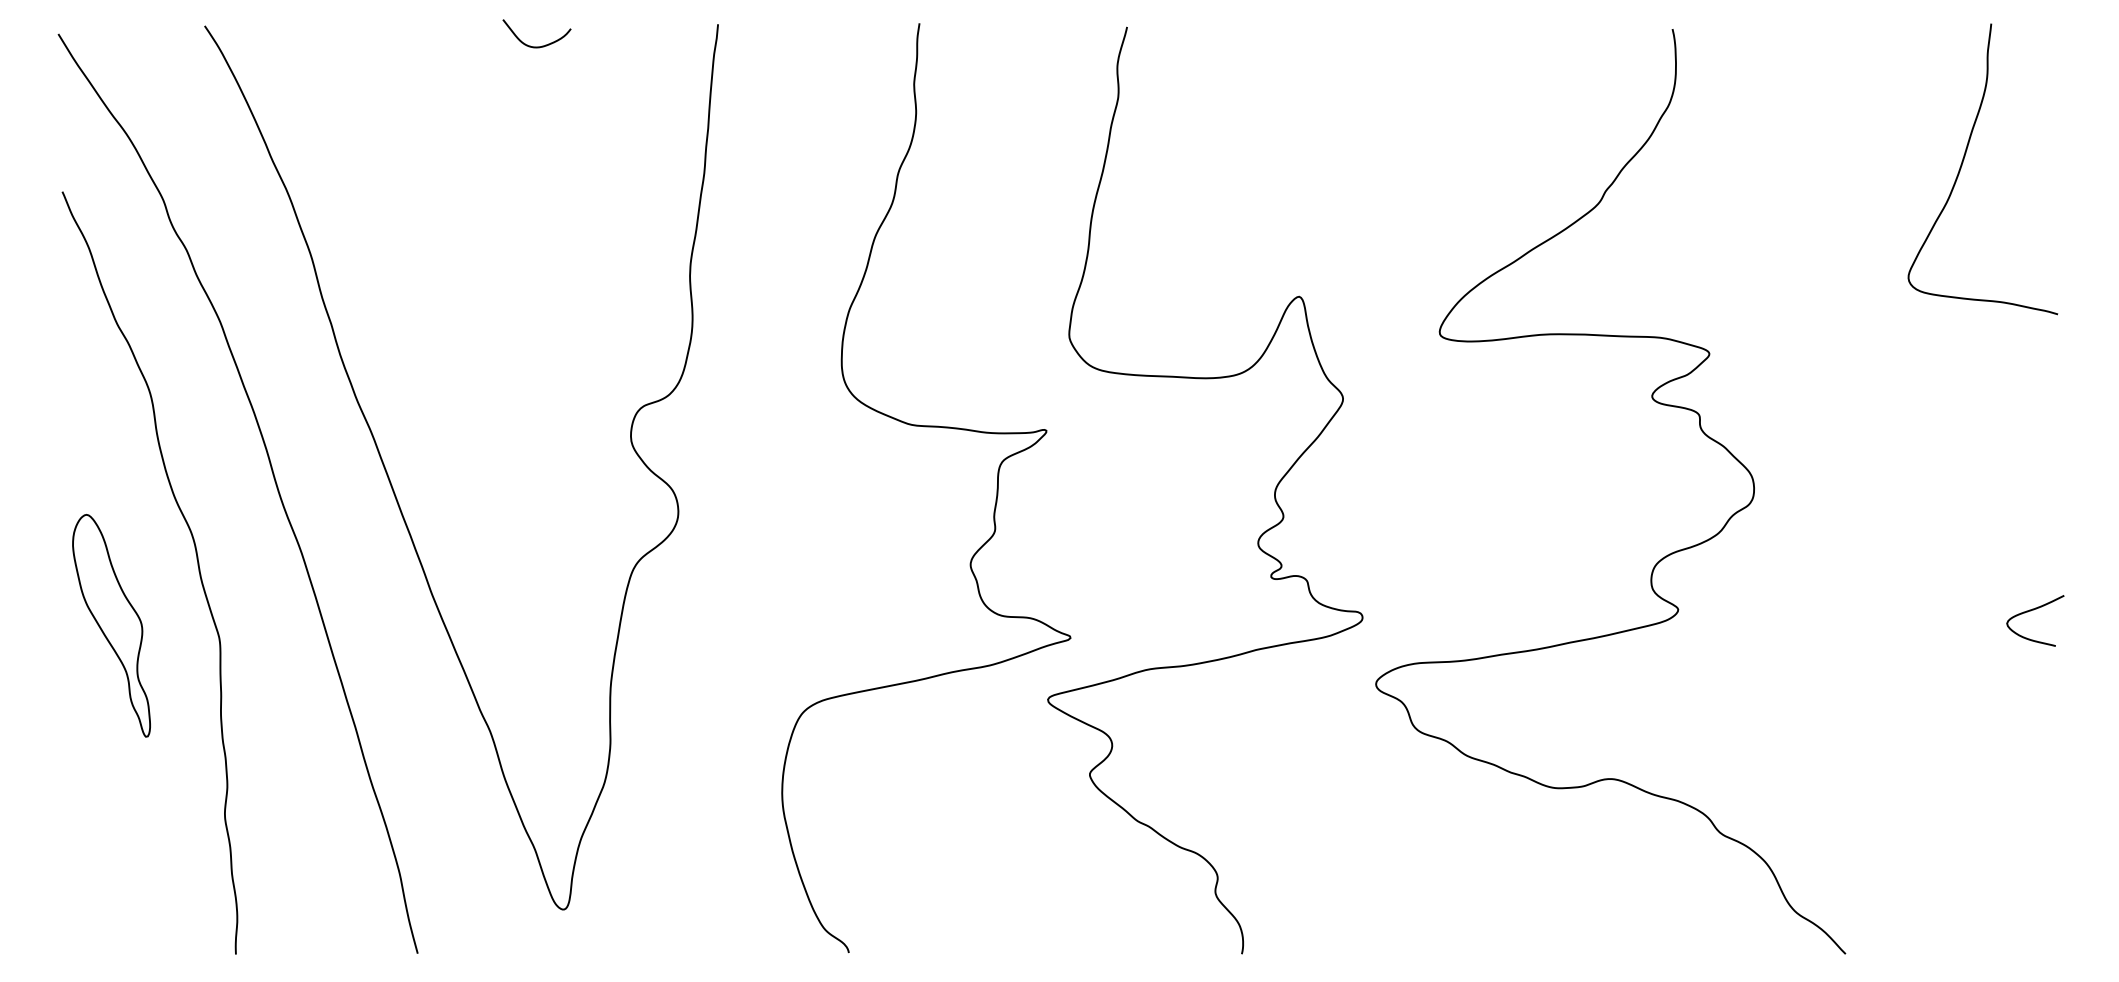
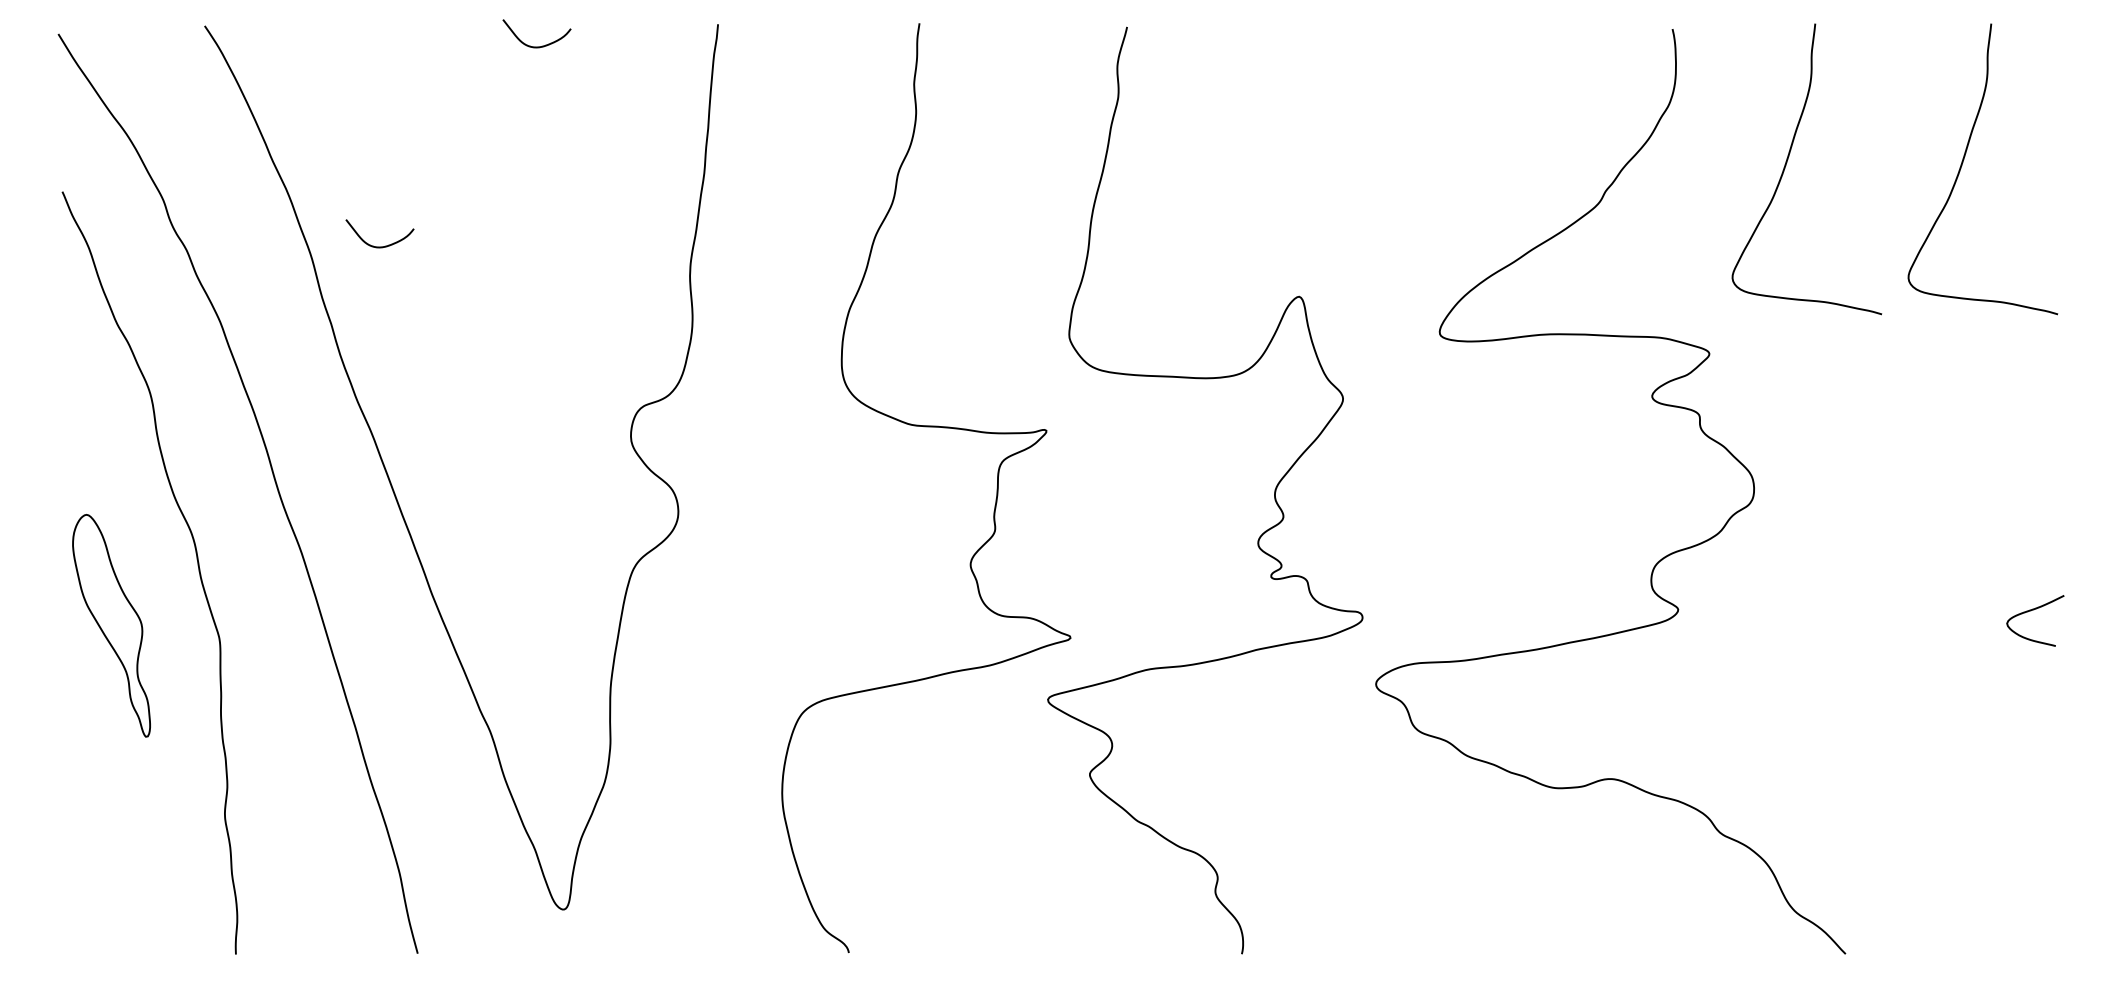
curve at (1787, 162): none -> present
curve at (379, 246): none -> present
